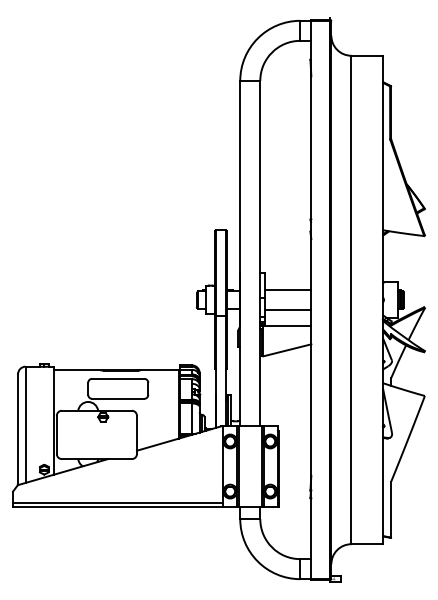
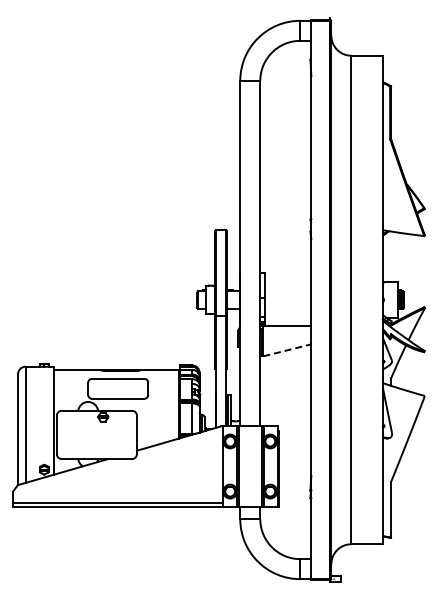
line at (287, 289): present -> none
line at (287, 310): present -> none
line at (287, 350): solid -> dashed
